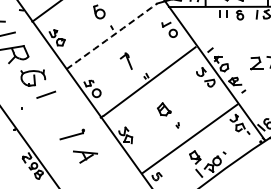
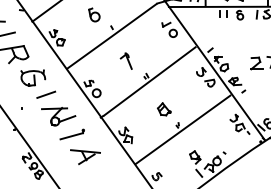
part at (99, 11) position: (99, 11) -> (94, 14)
arc at (111, 36): dashed -> solid
part at (58, 116): none -> present
line at (189, 138) position: (189, 138) -> (182, 129)
part at (85, 156) size: 25x14 px -> 31x16 px
